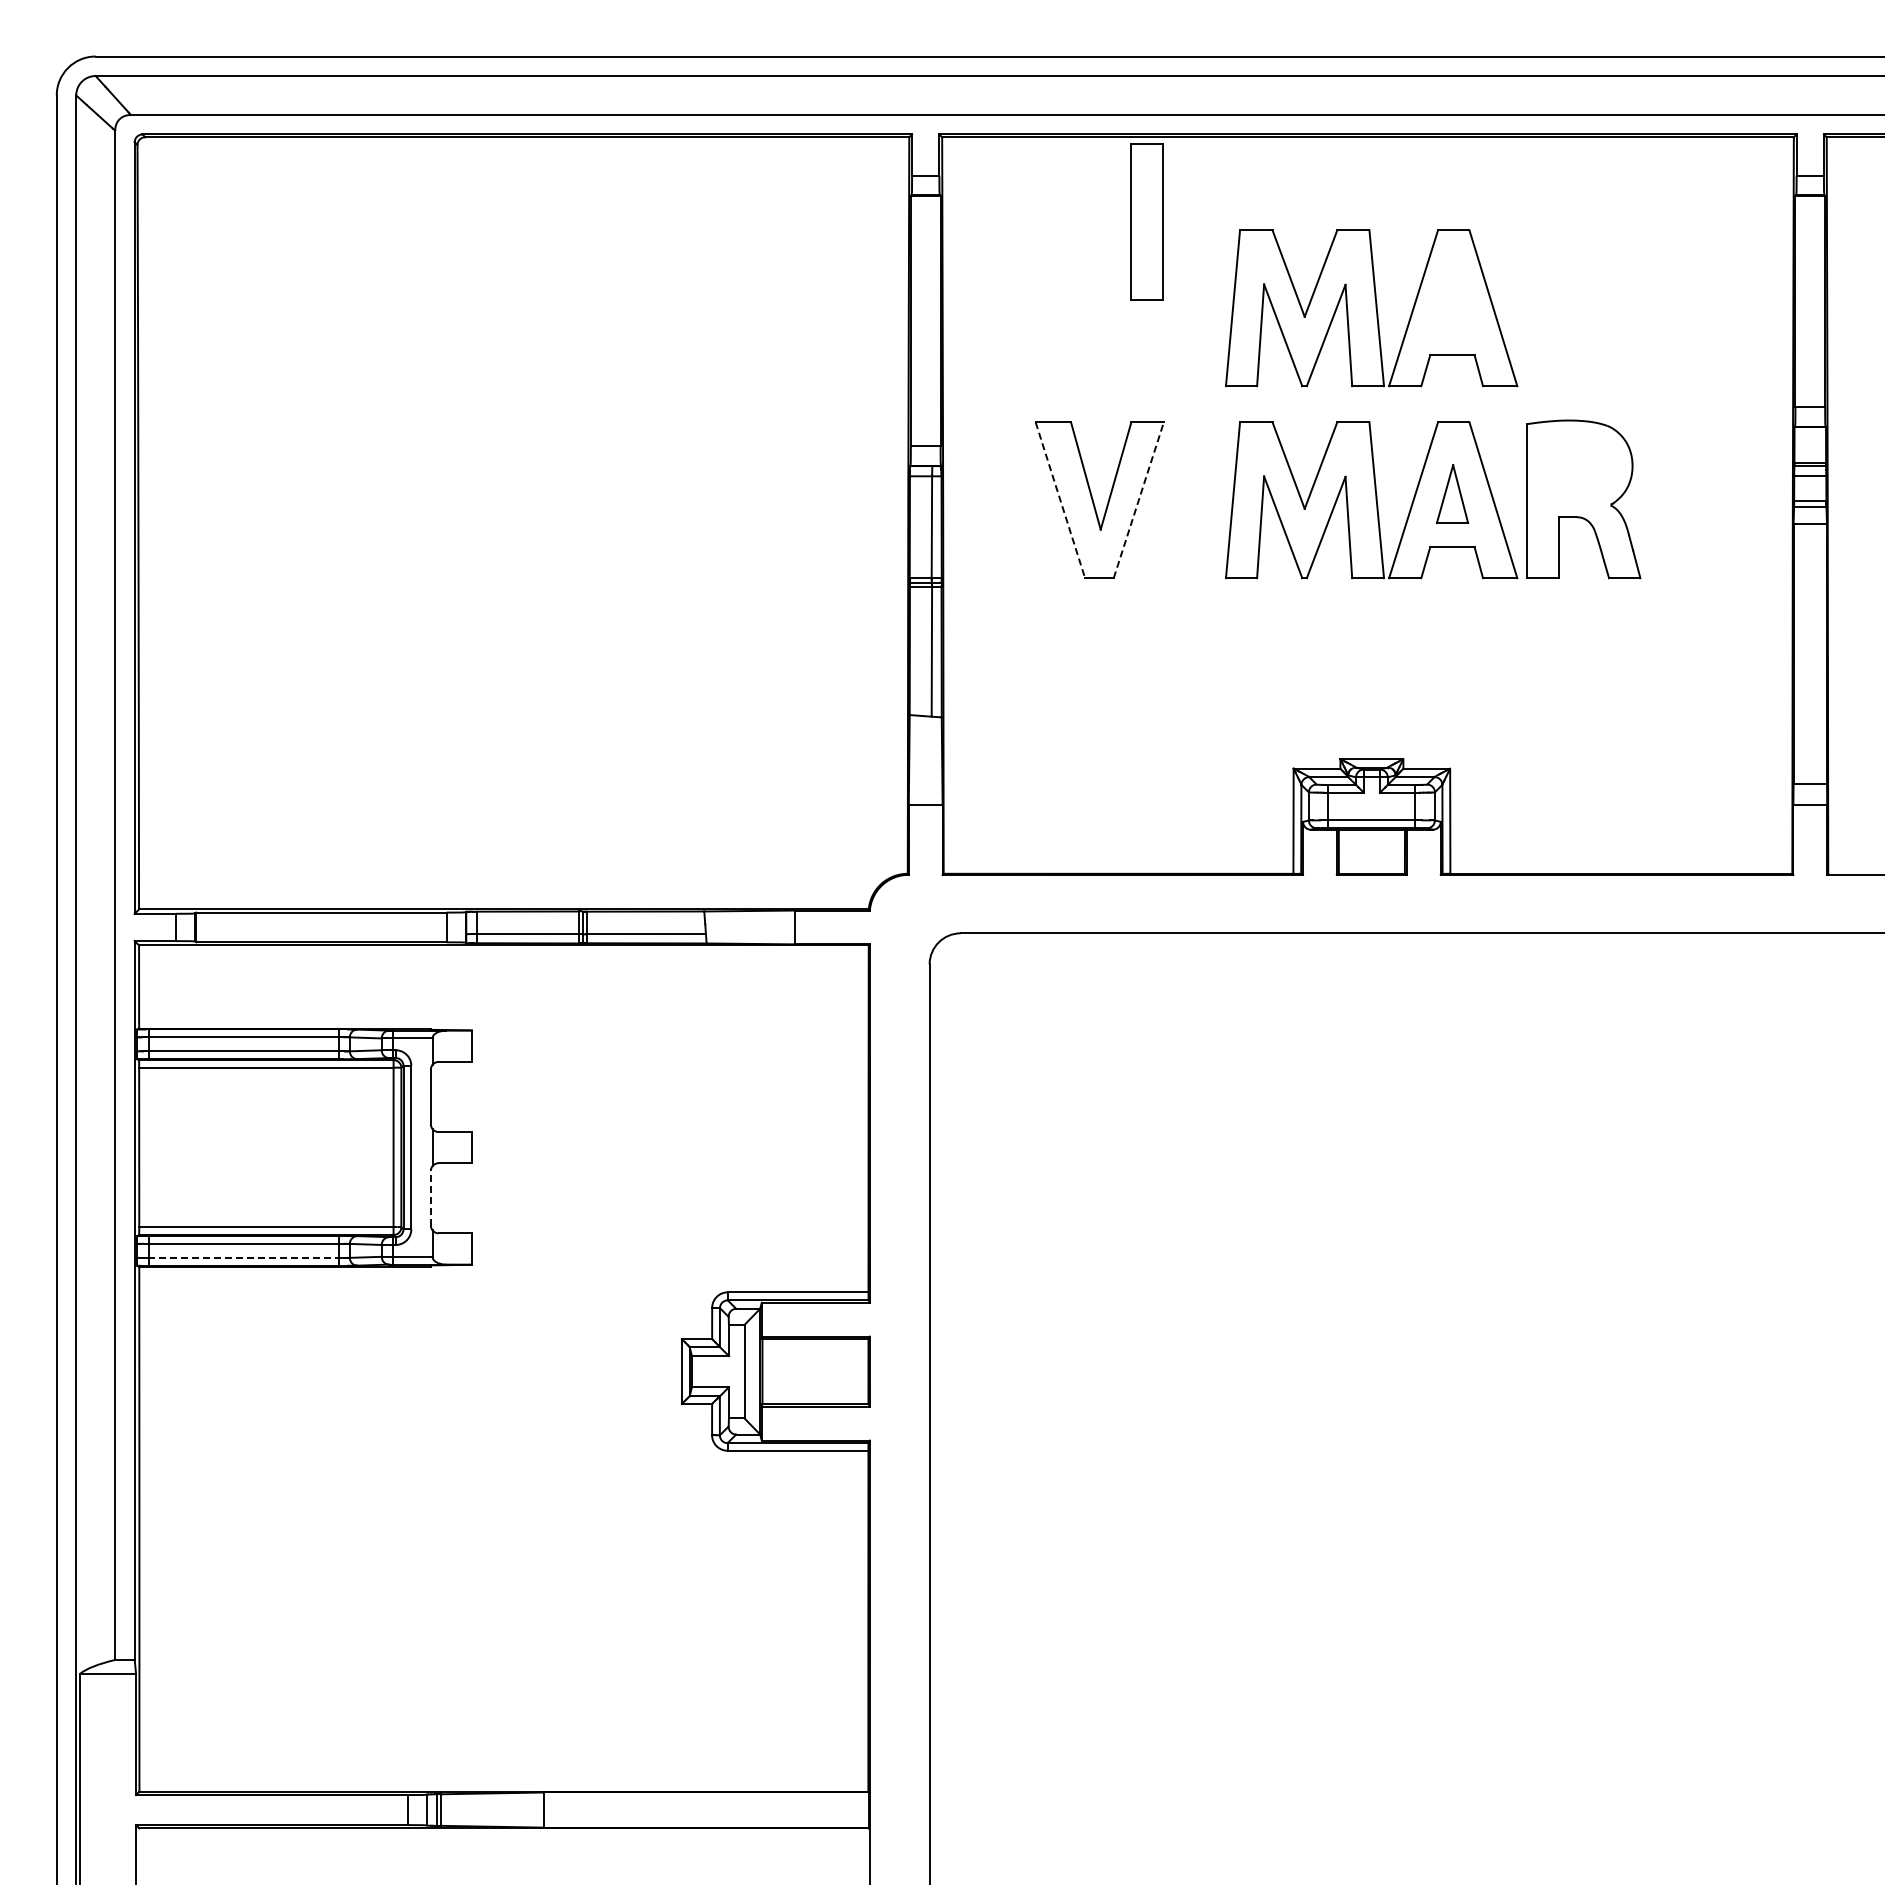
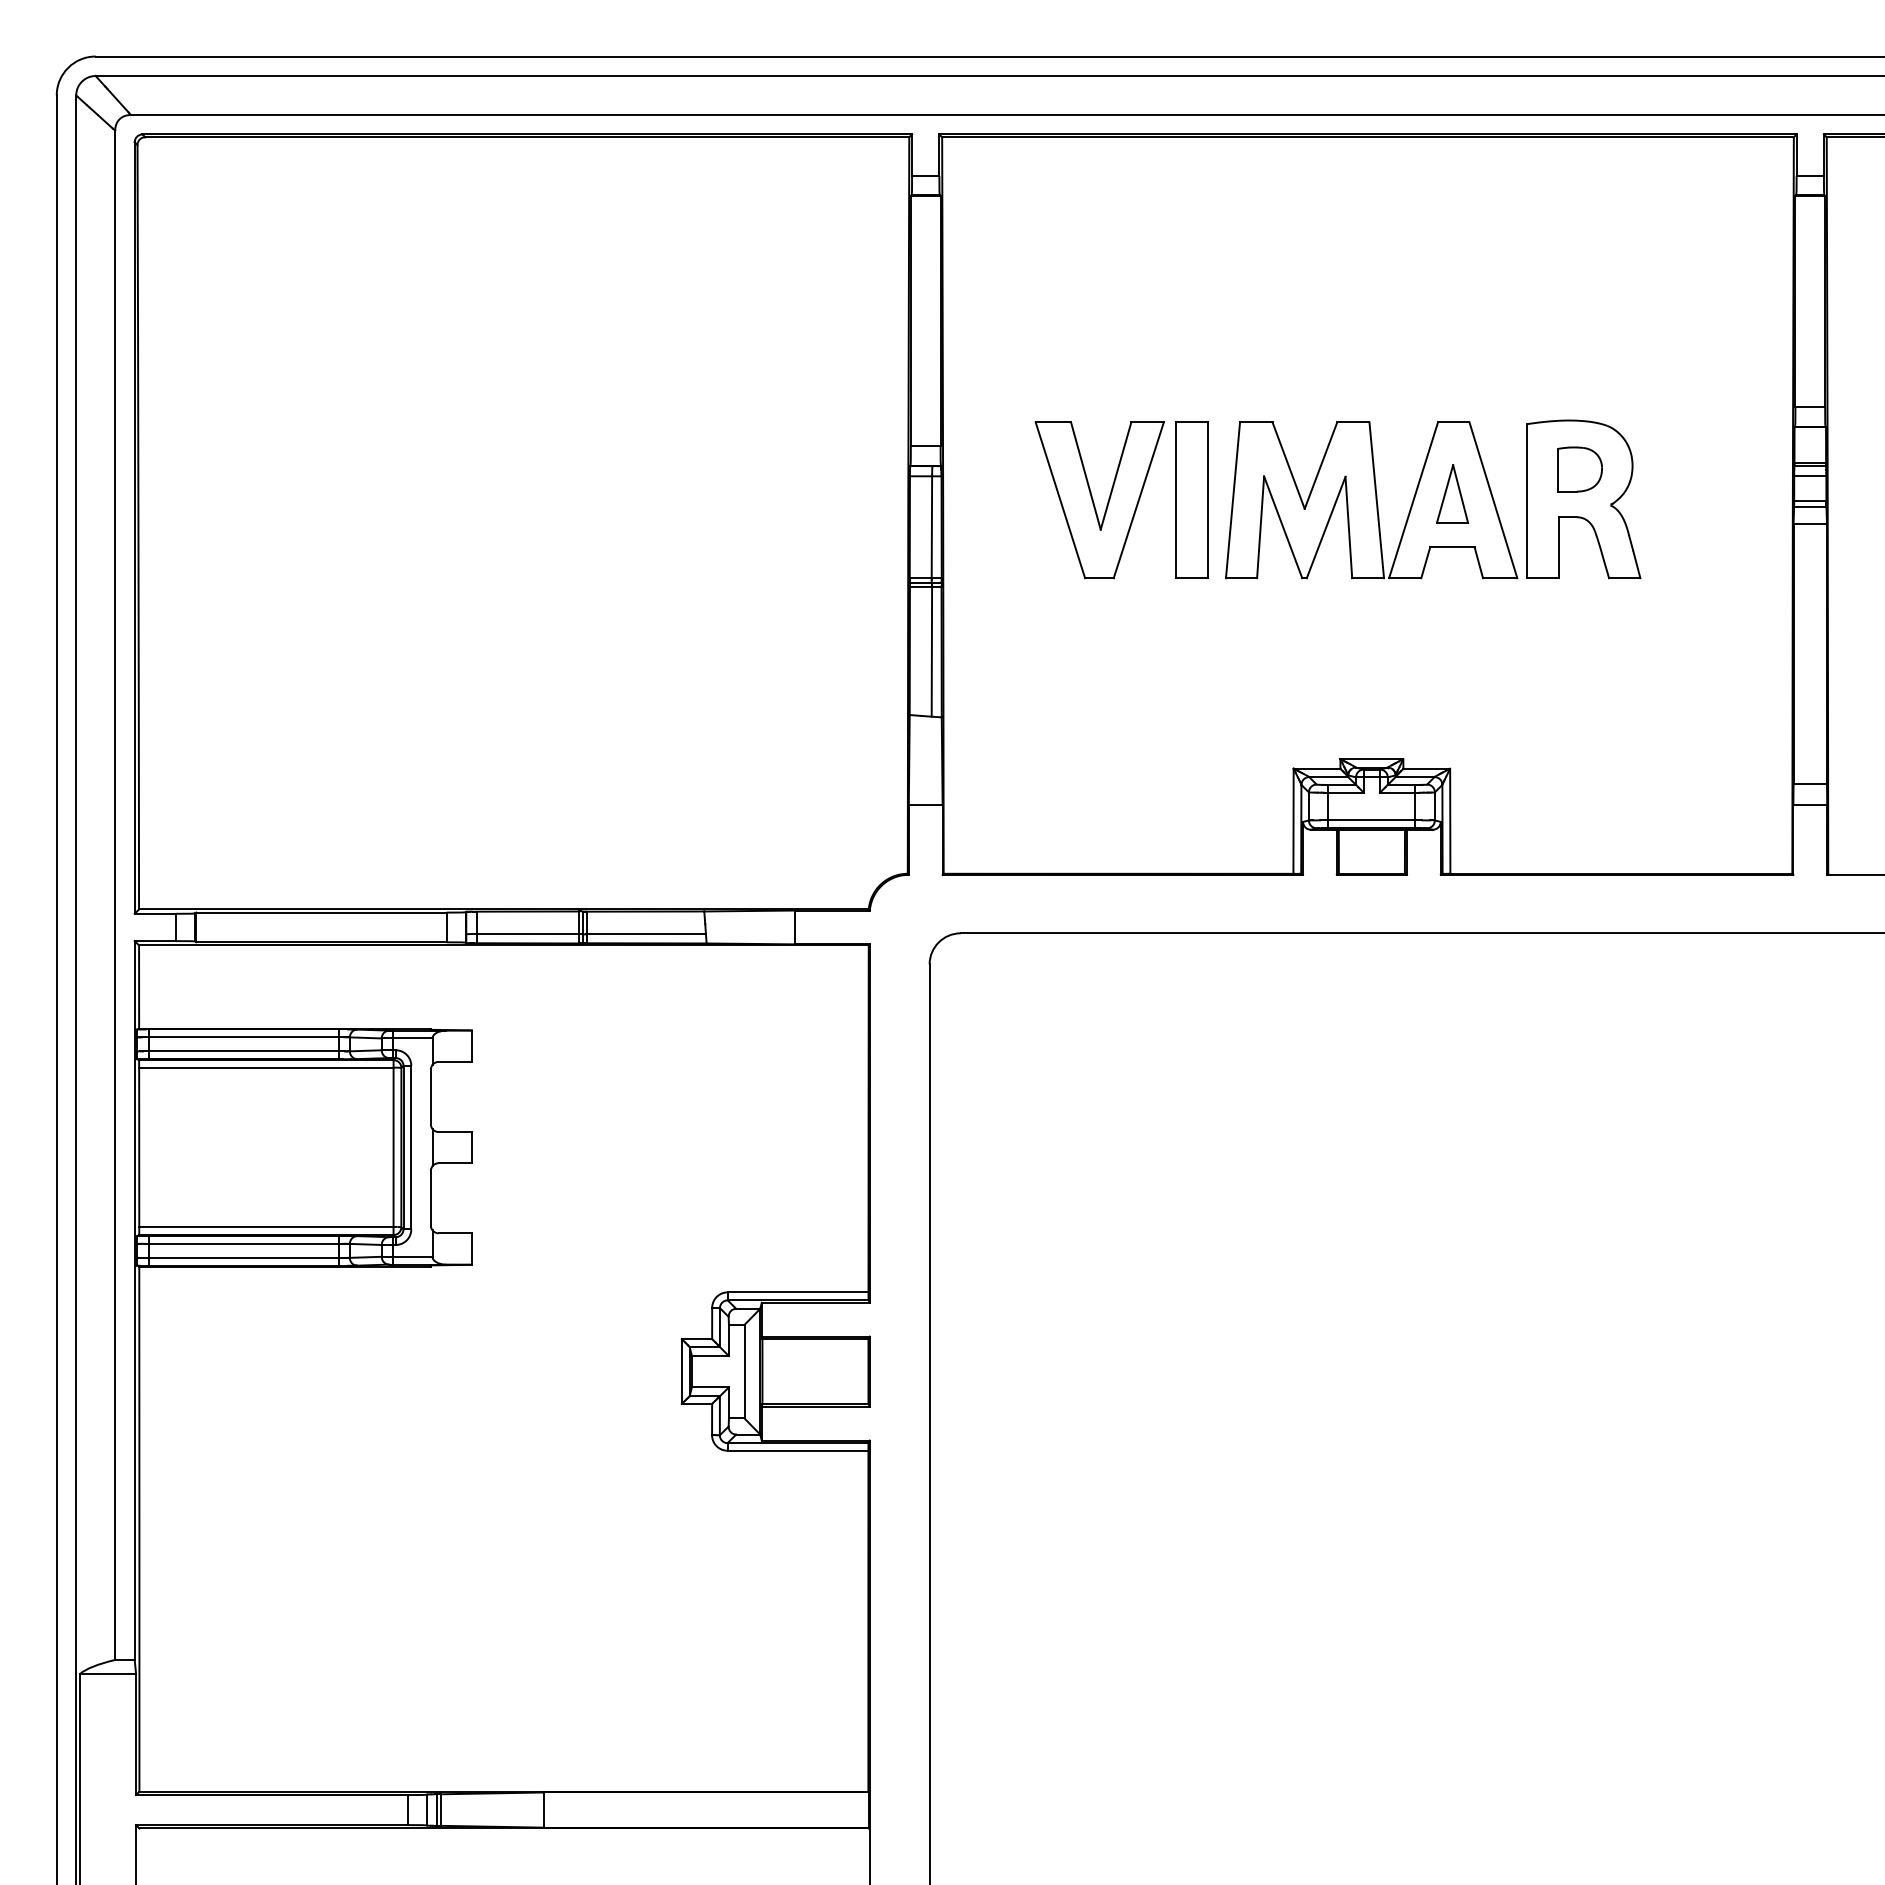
part at (1146, 221) position: (1146, 221) -> (1191, 499)
part at (1371, 308): present -> none
part at (1579, 469): none -> present
line at (1060, 500): dashed -> solid
line at (1138, 500): dashed -> solid
line at (430, 1197): dashed -> solid
line at (245, 1257): dashed -> solid
